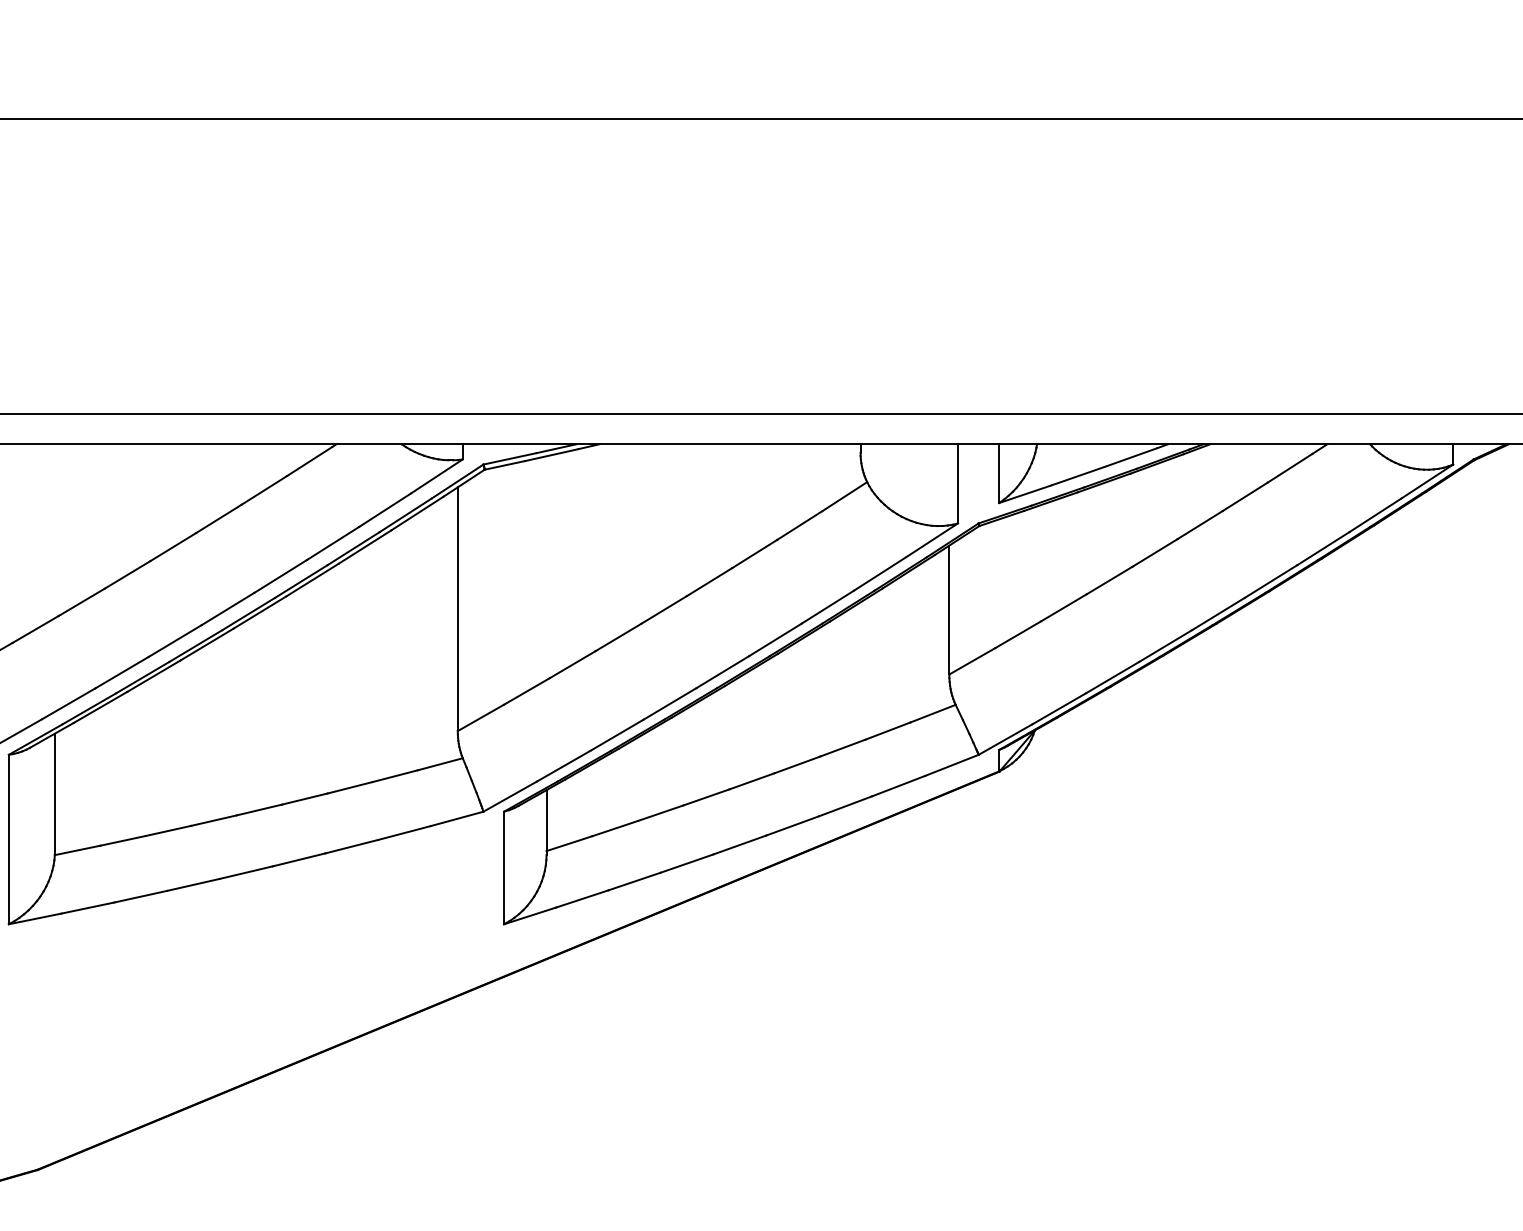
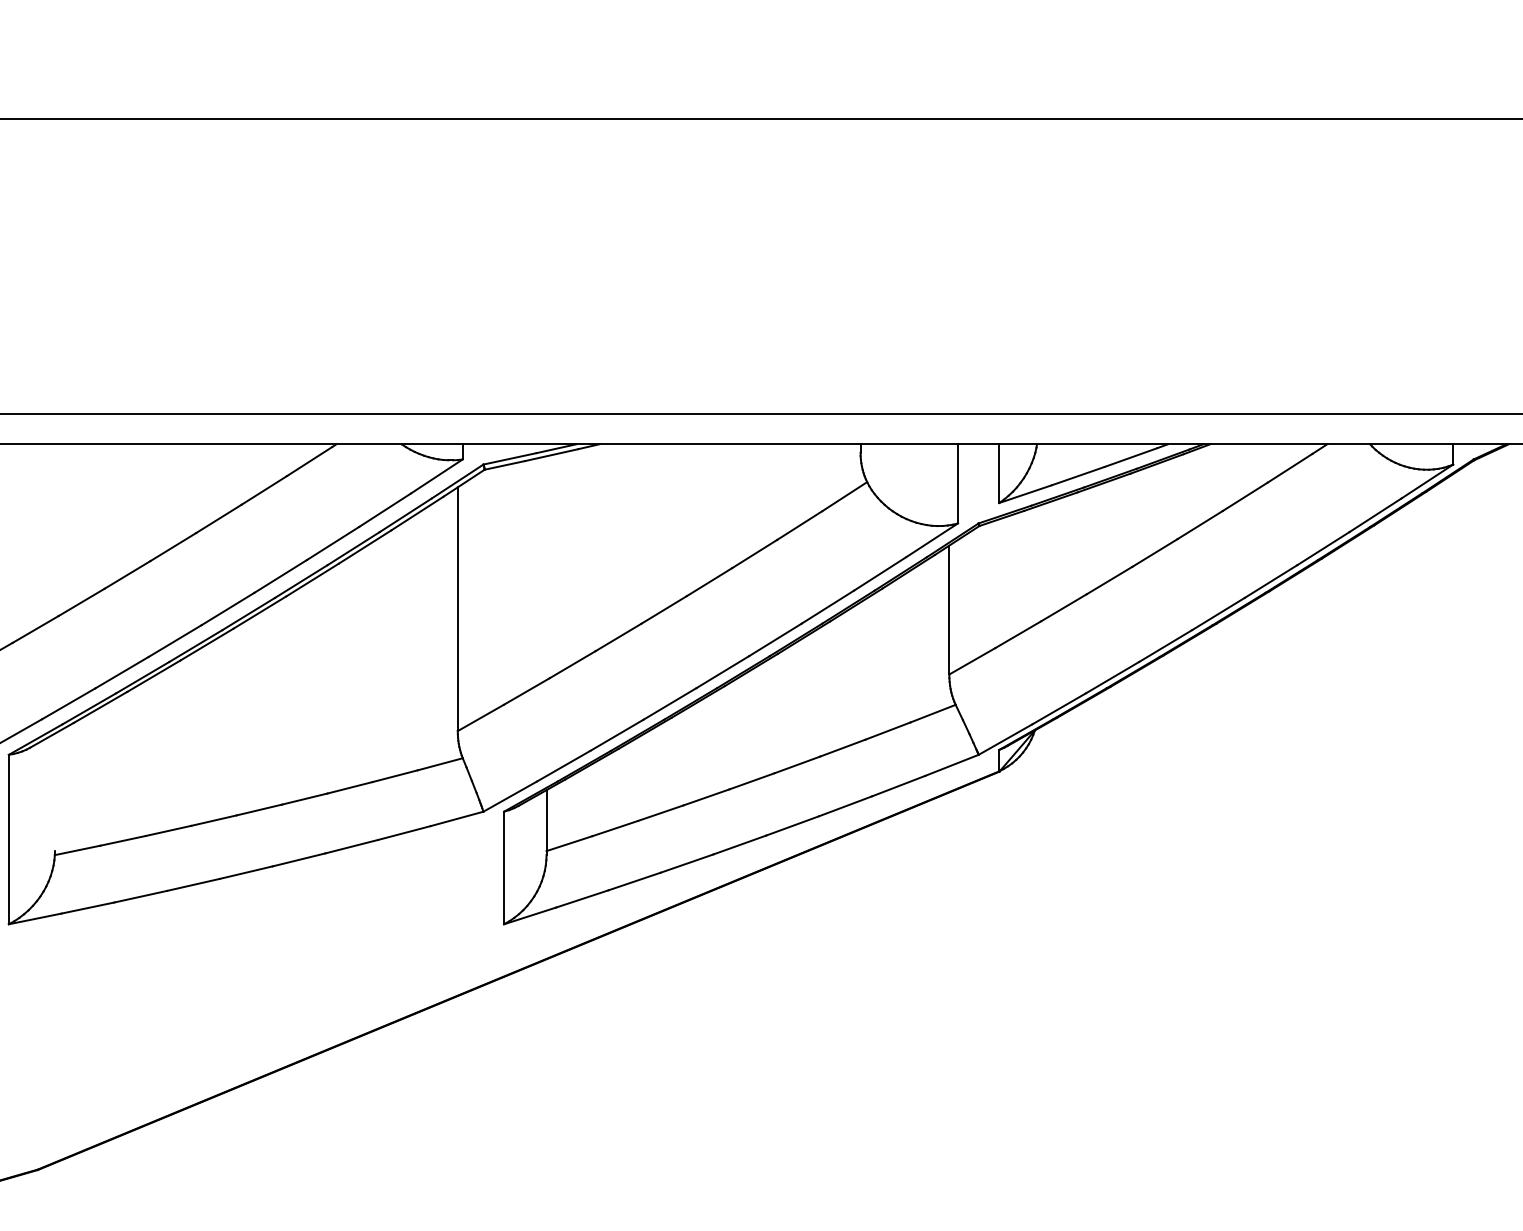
line at (55, 792): present -> none
